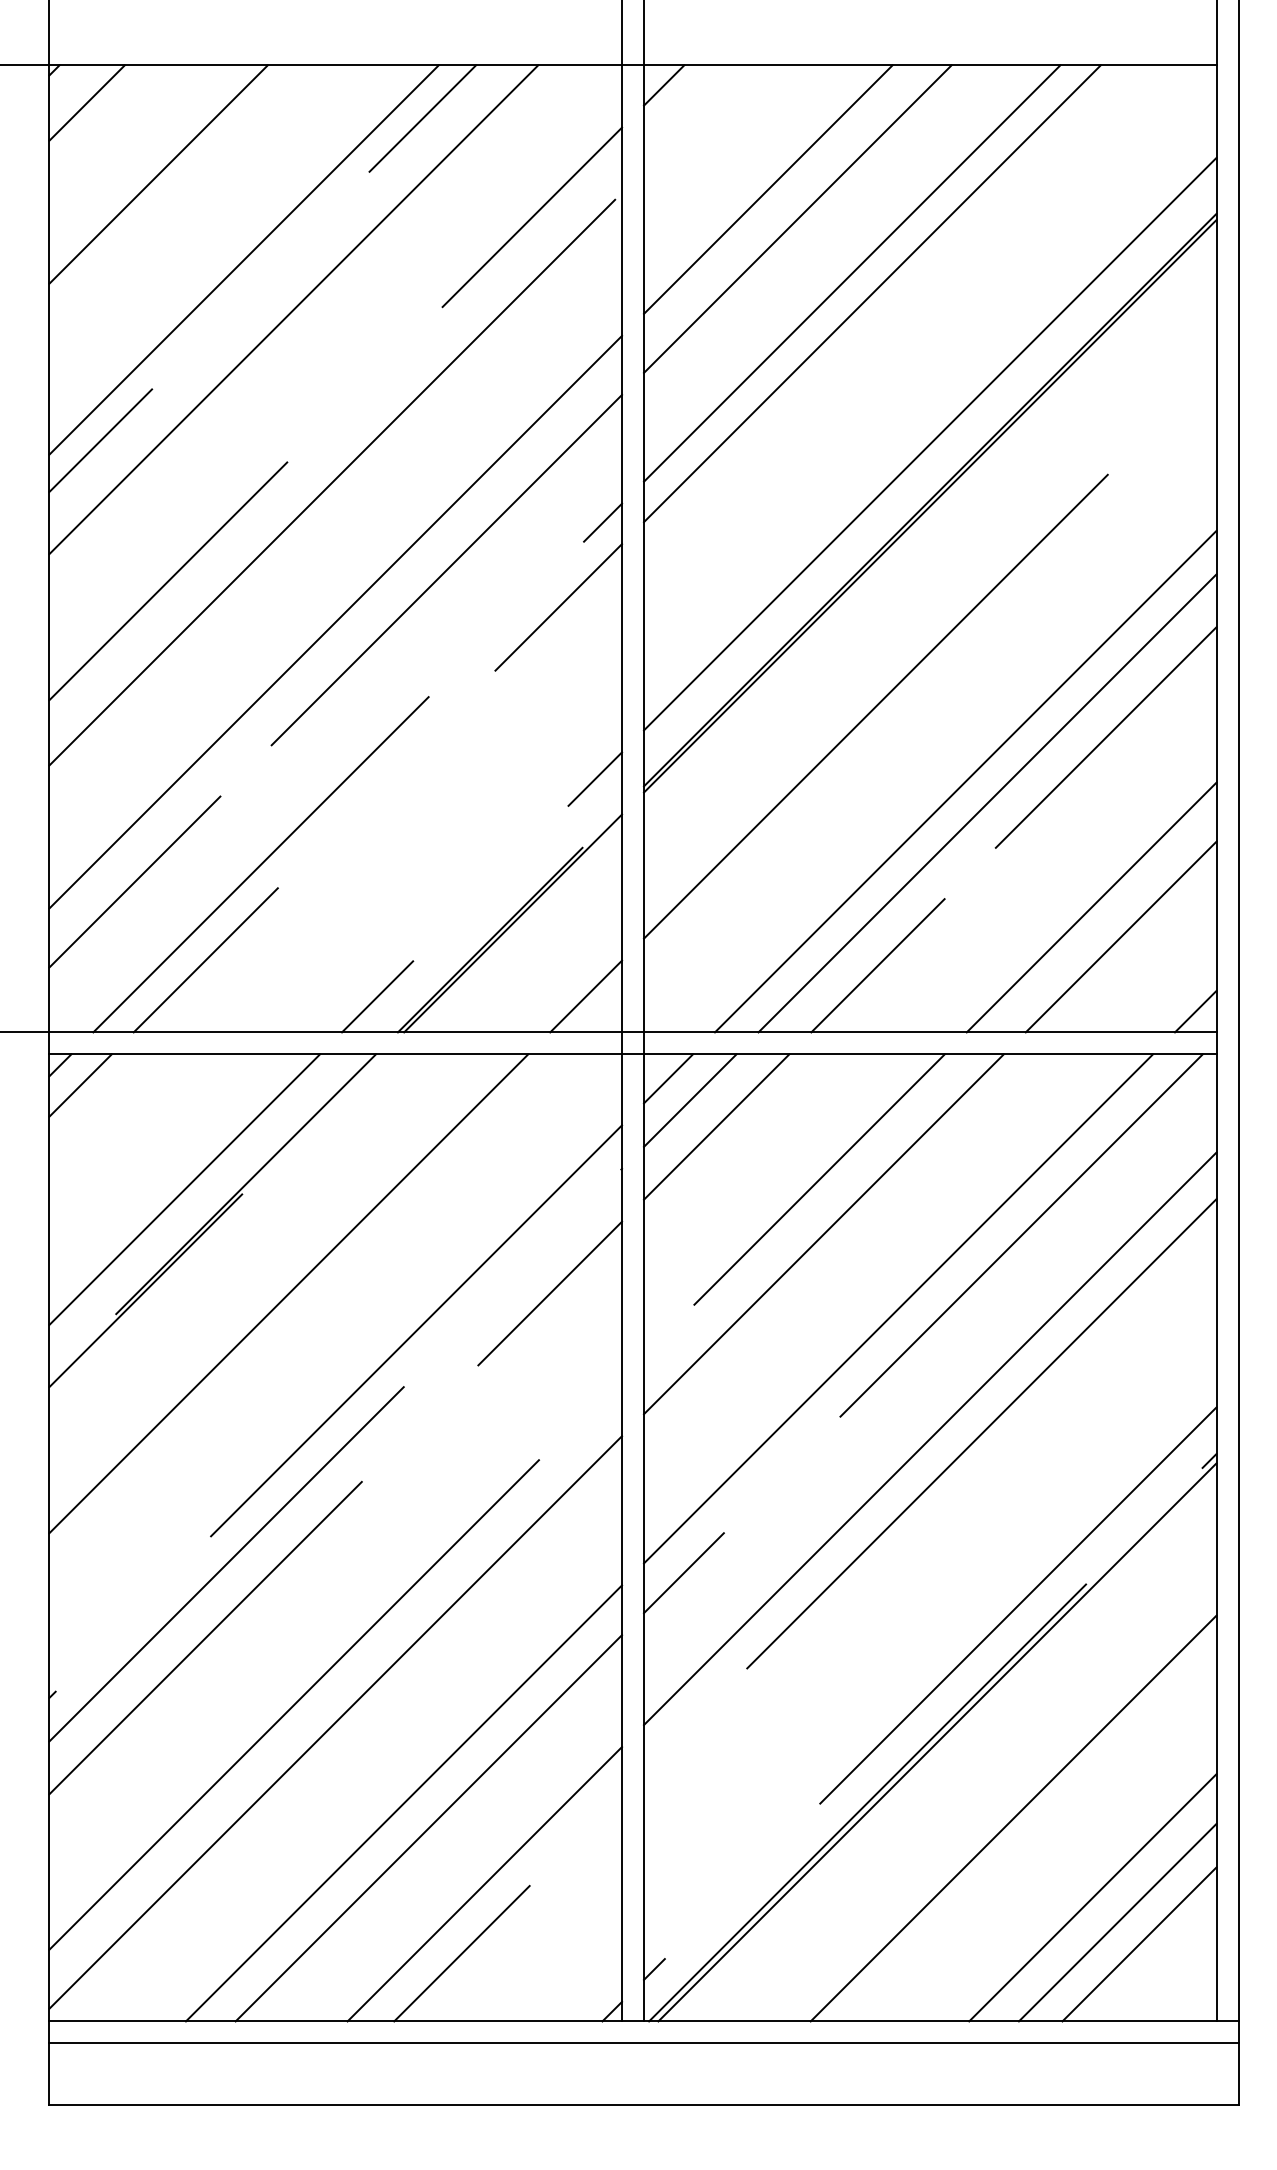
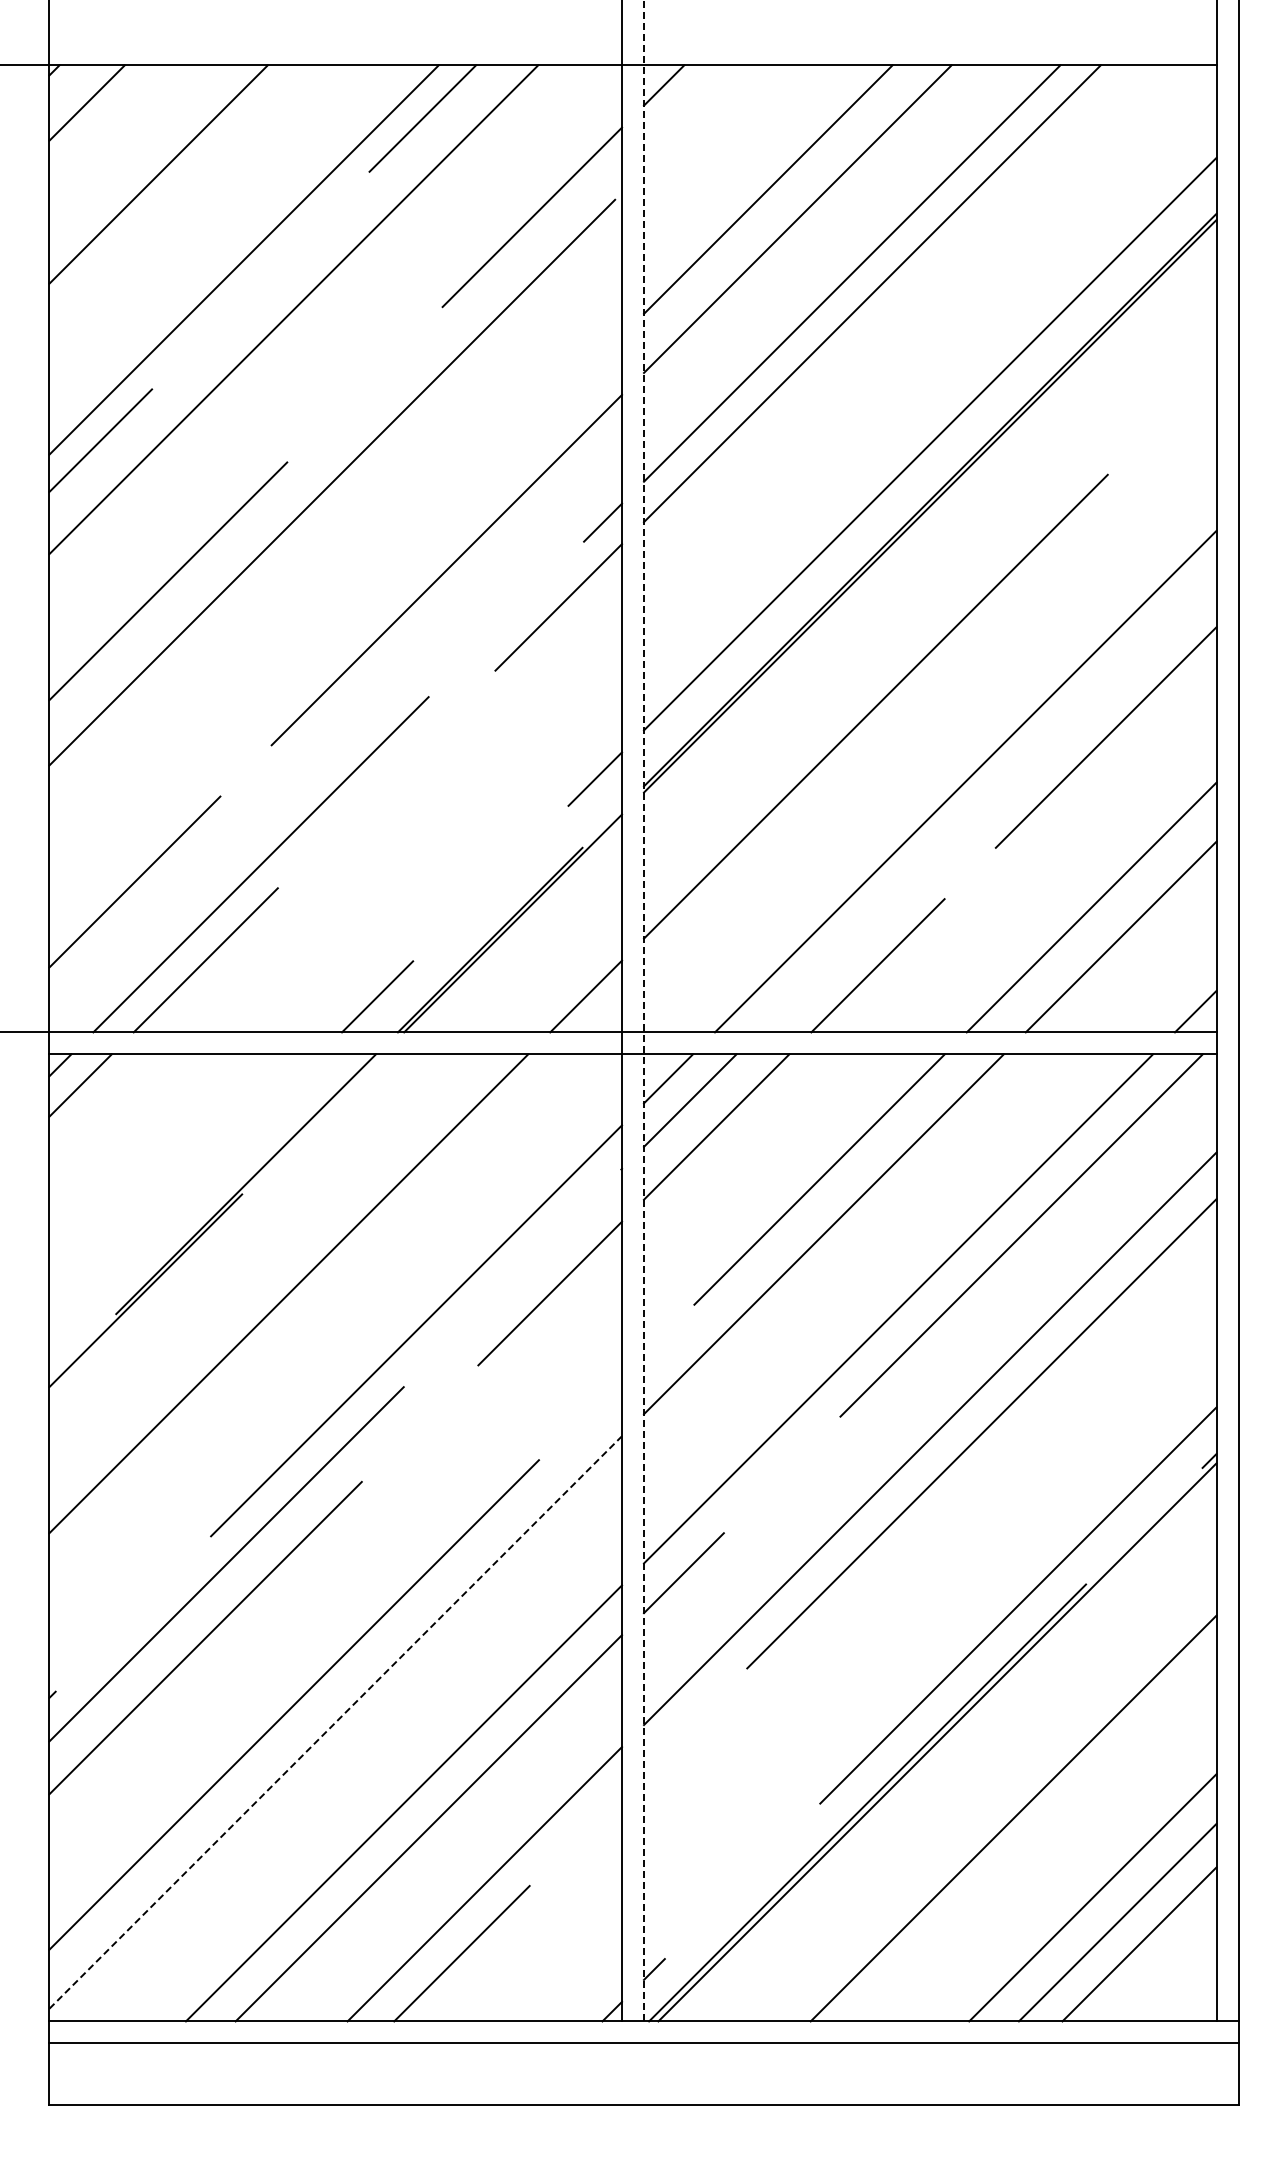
line at (335, 621): present -> none
line at (987, 803): present -> none
line at (644, 1010): solid -> dashed
line at (184, 1189): present -> none
line at (335, 1722): solid -> dashed
